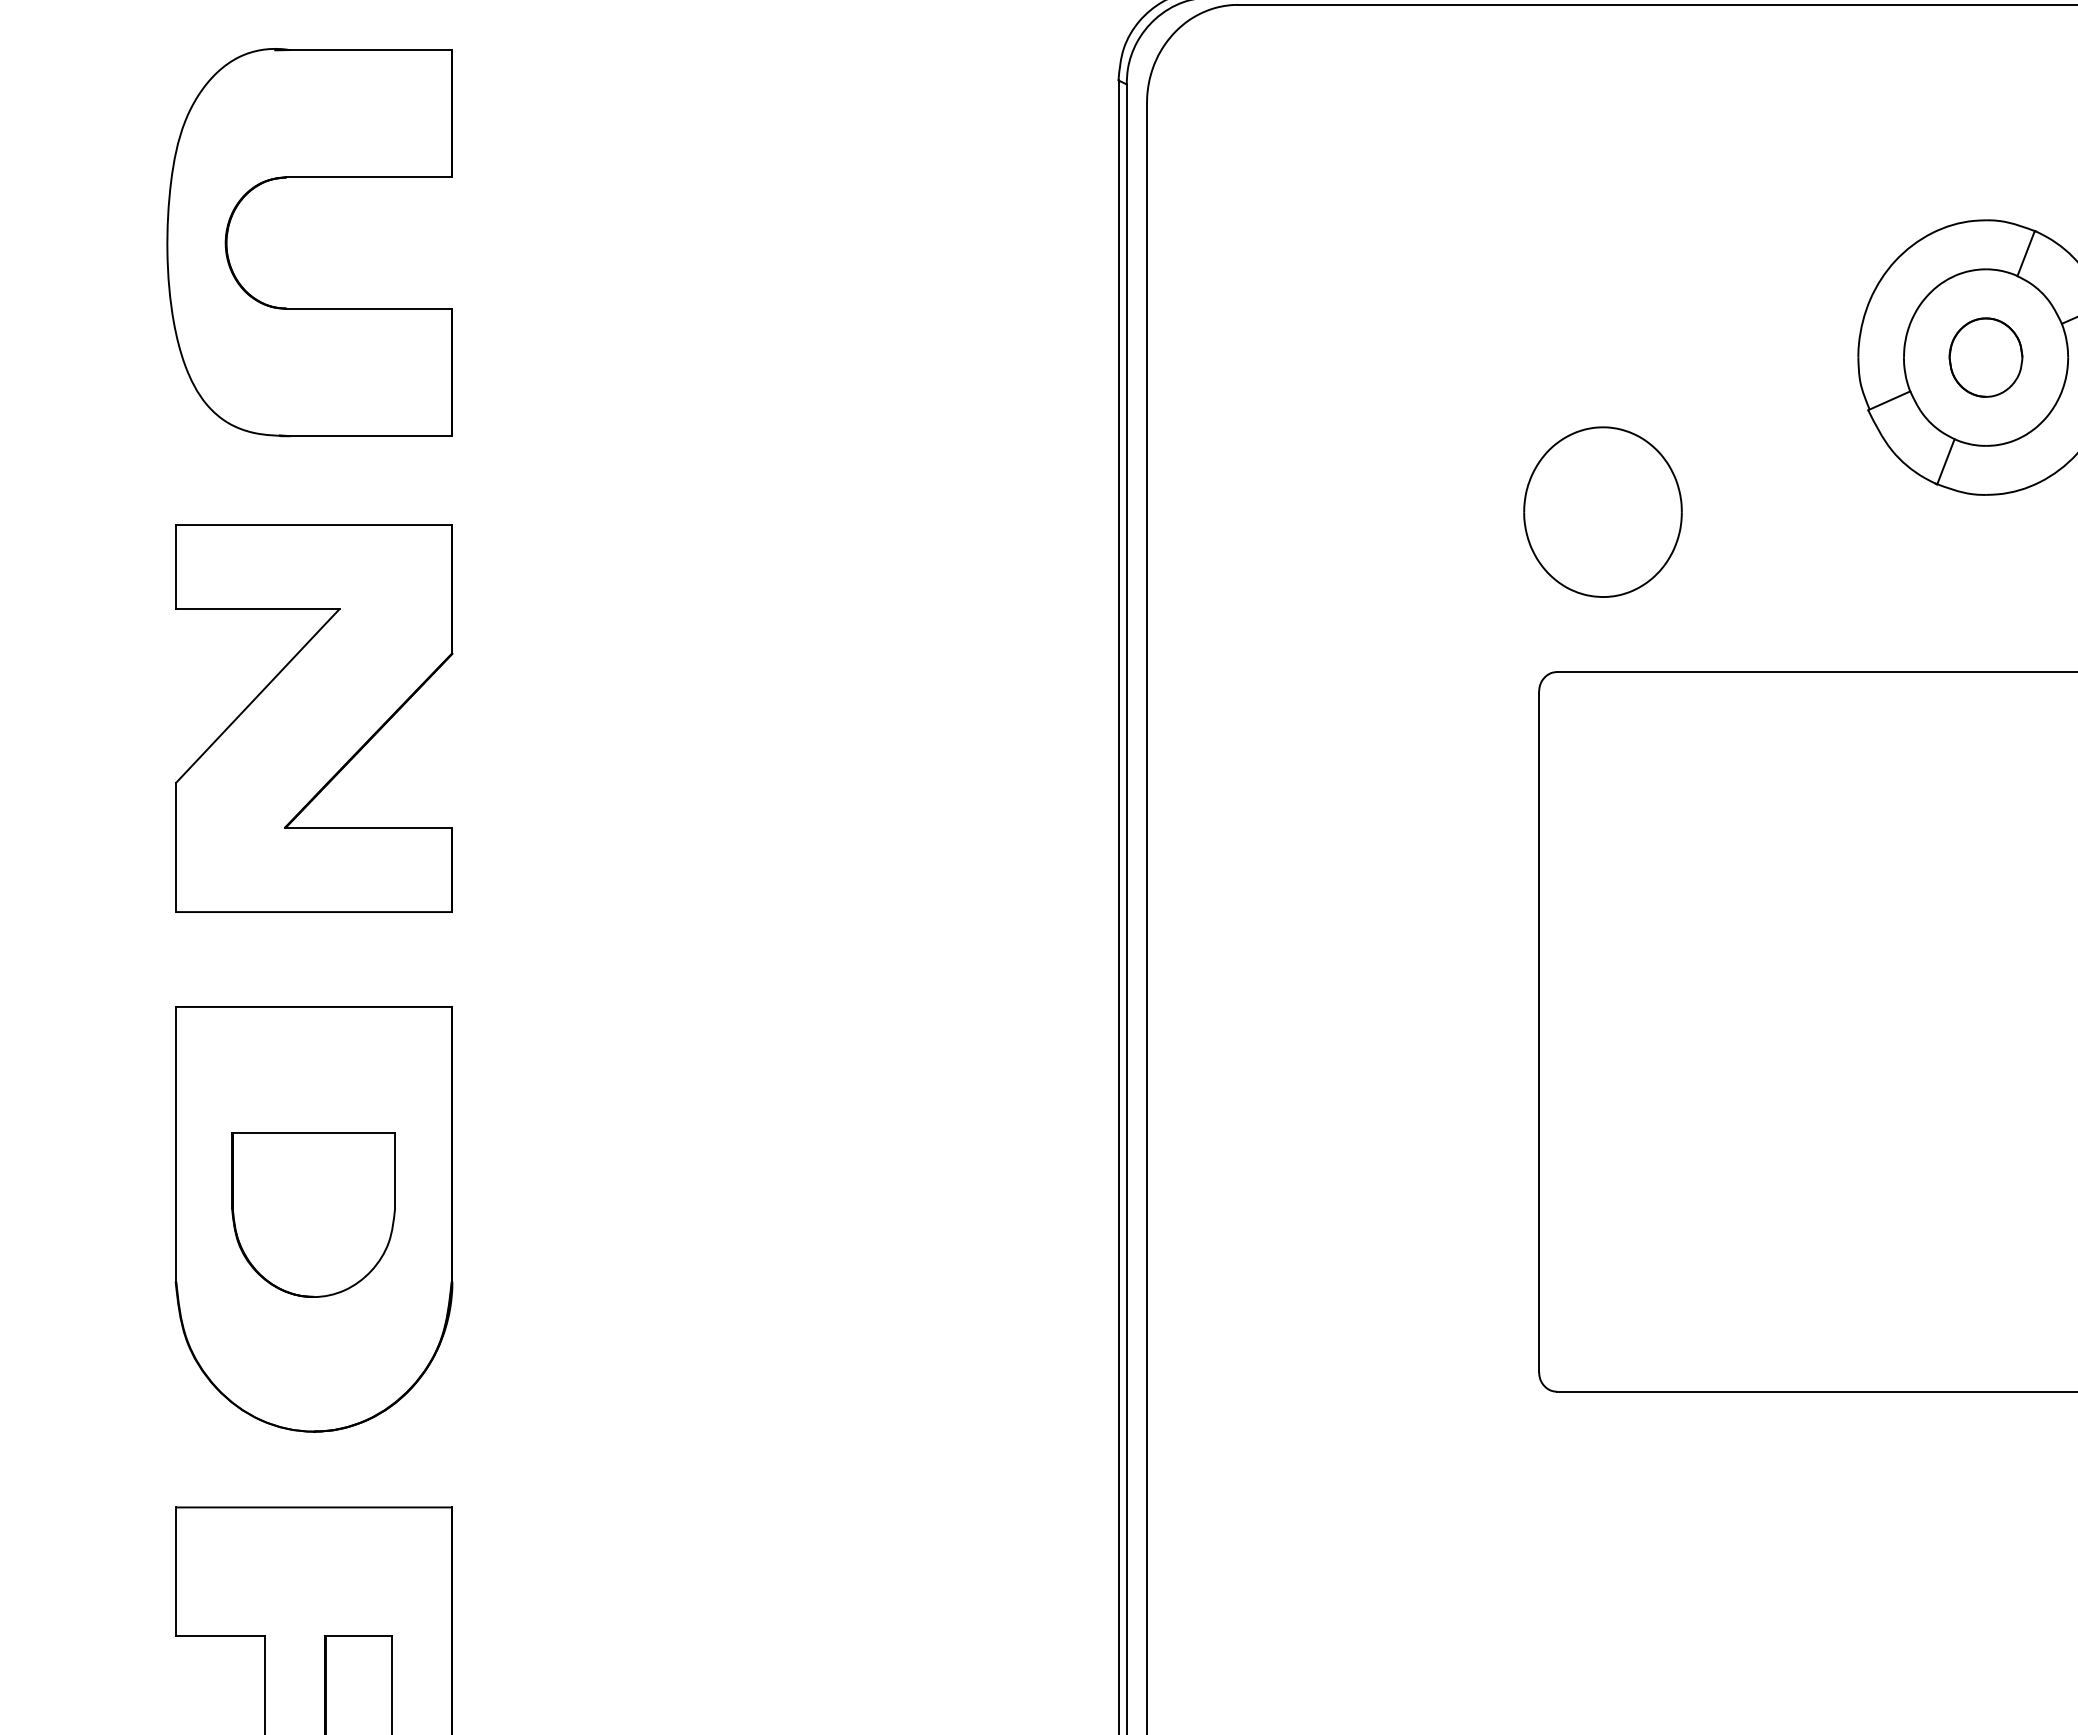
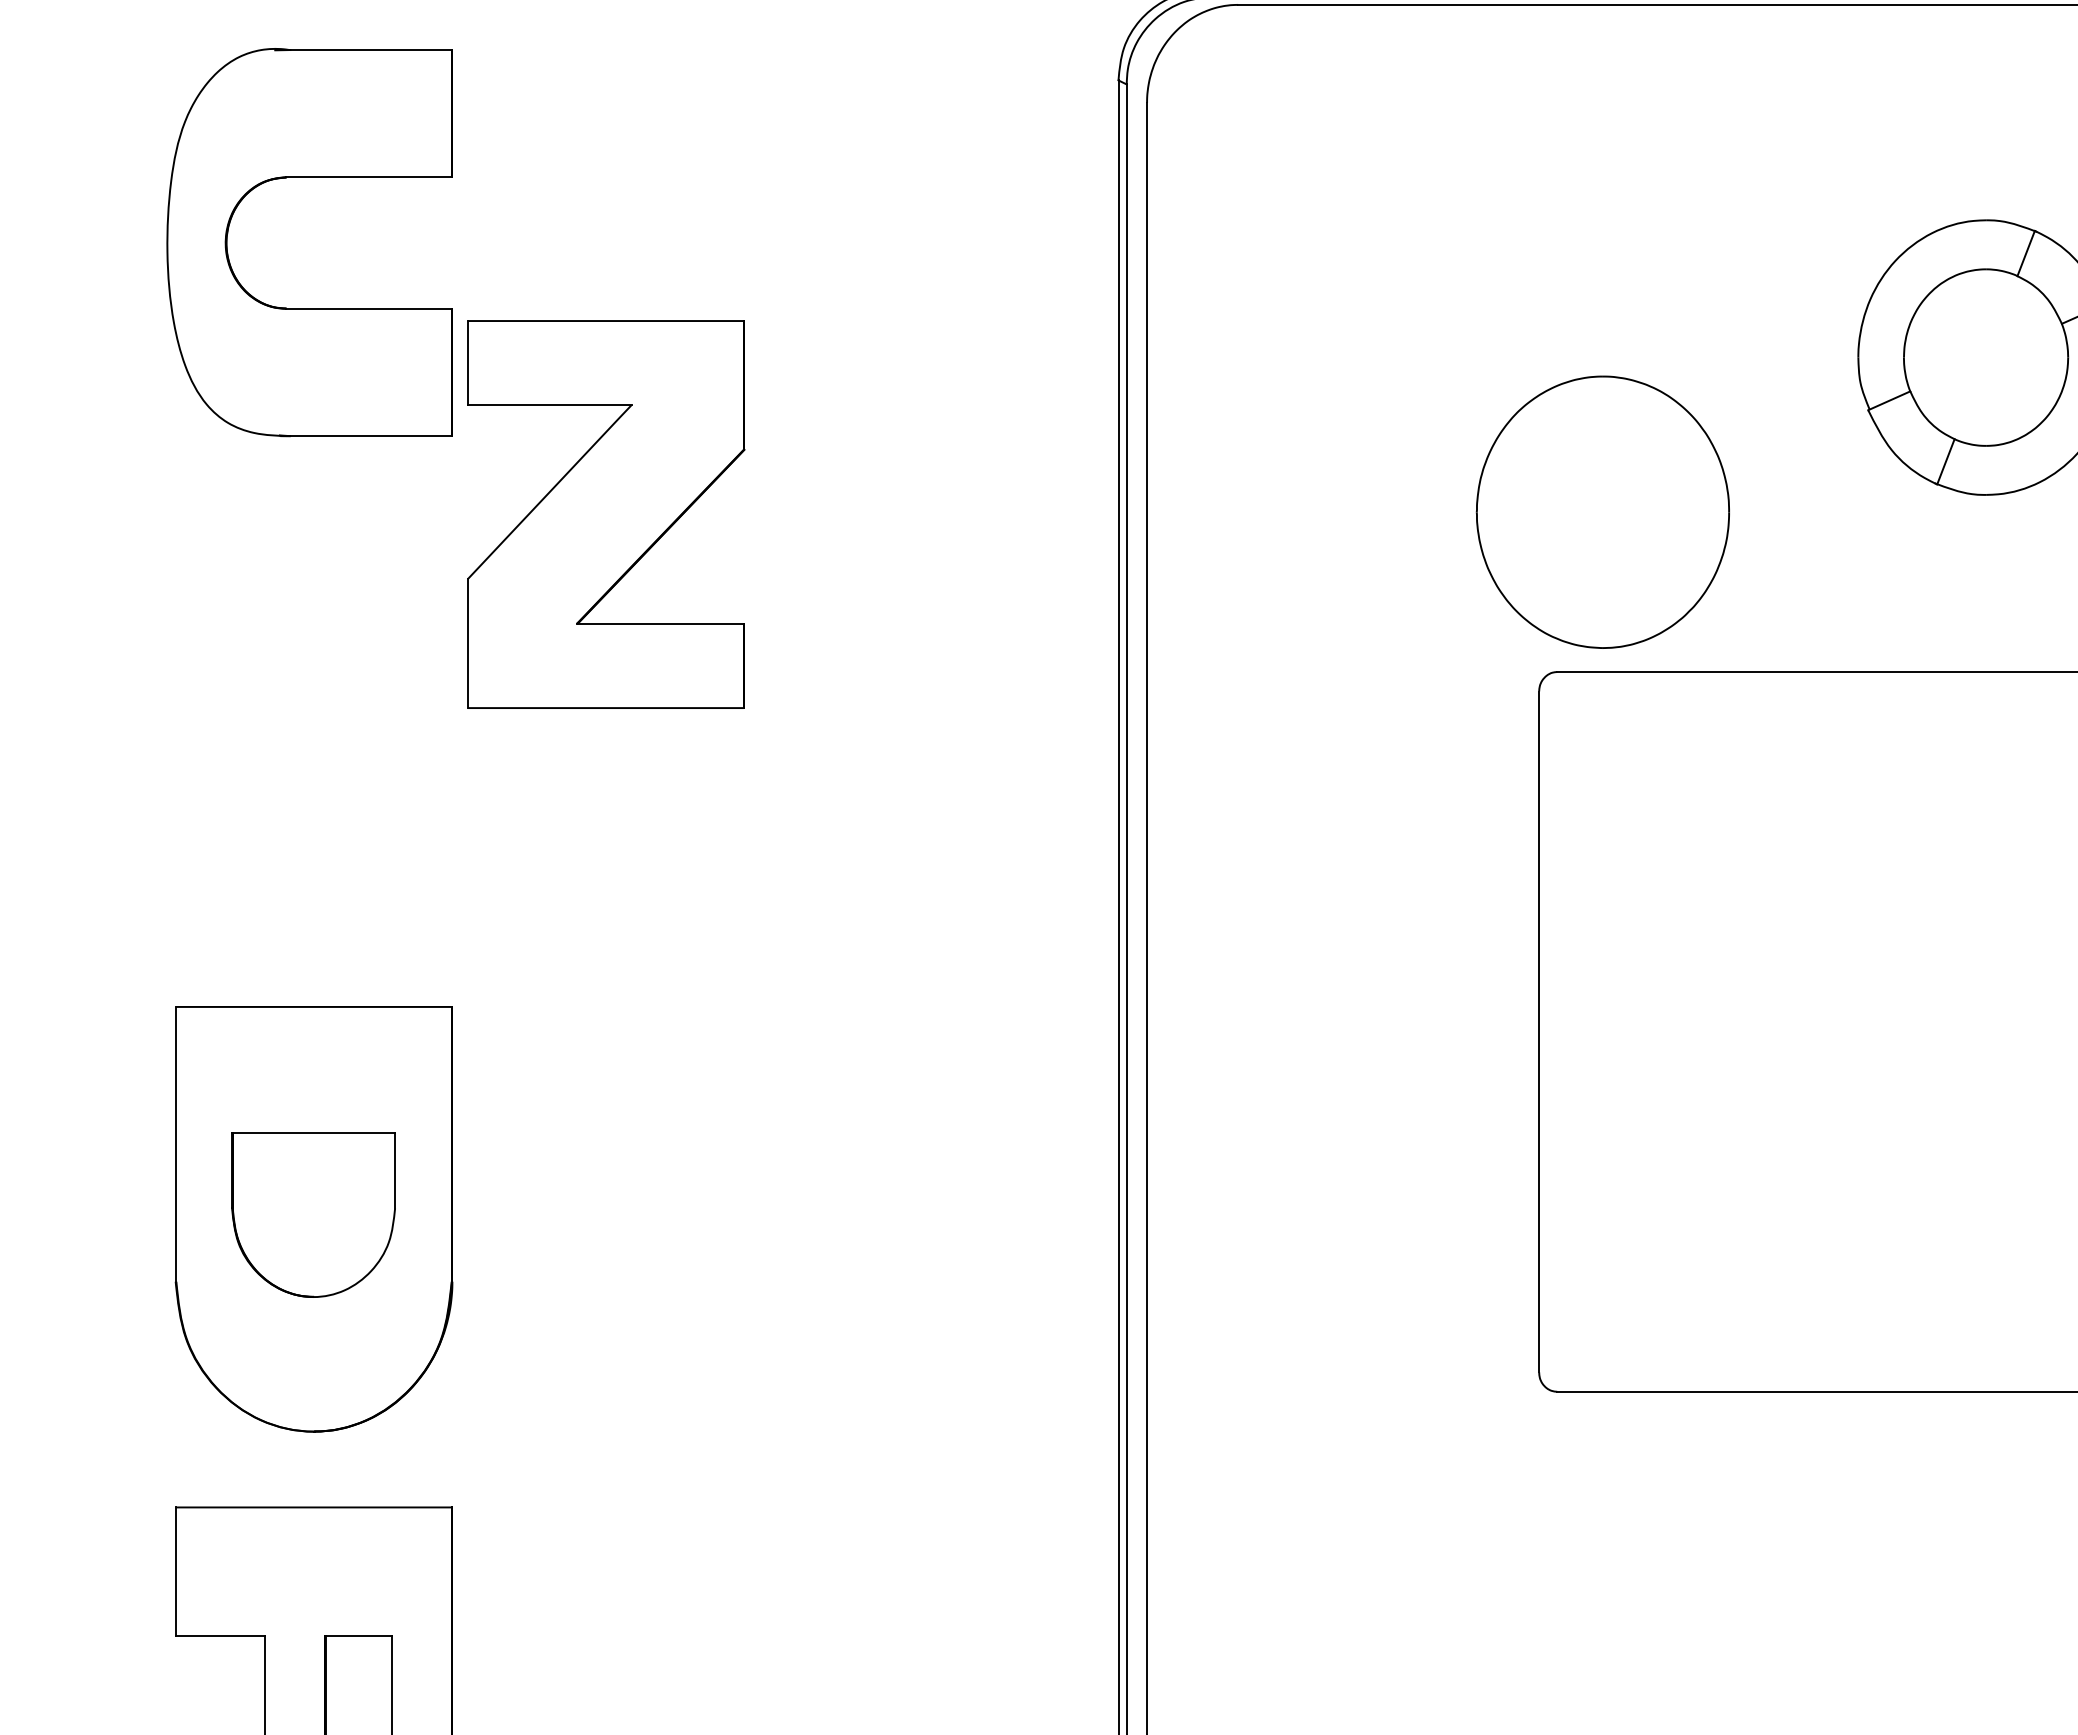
part at (1985, 357): present -> none
part at (1602, 511) size: 160x172 px -> 255x274 px
part at (314, 718) position: (314, 718) -> (606, 514)
